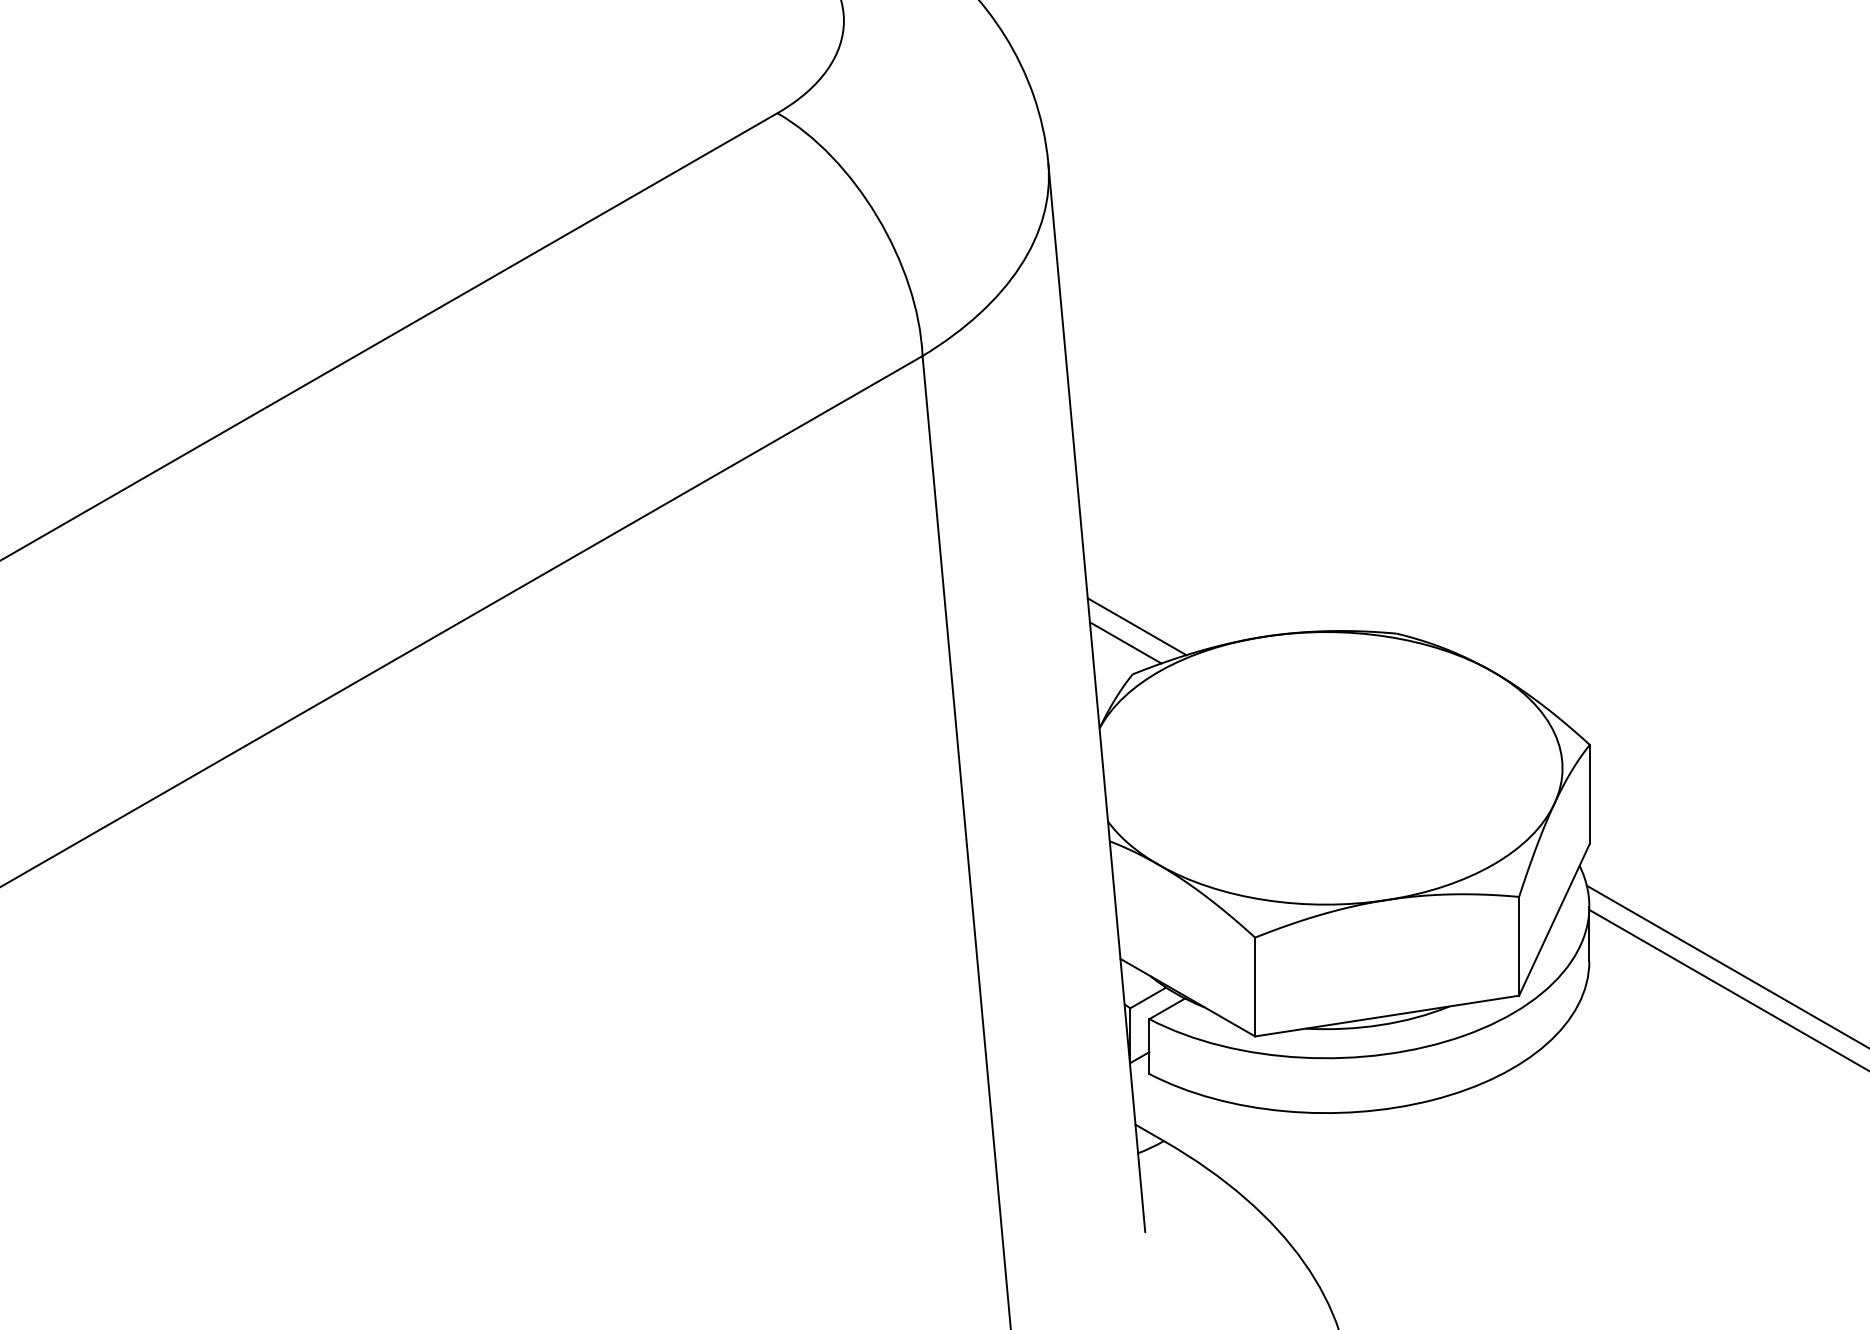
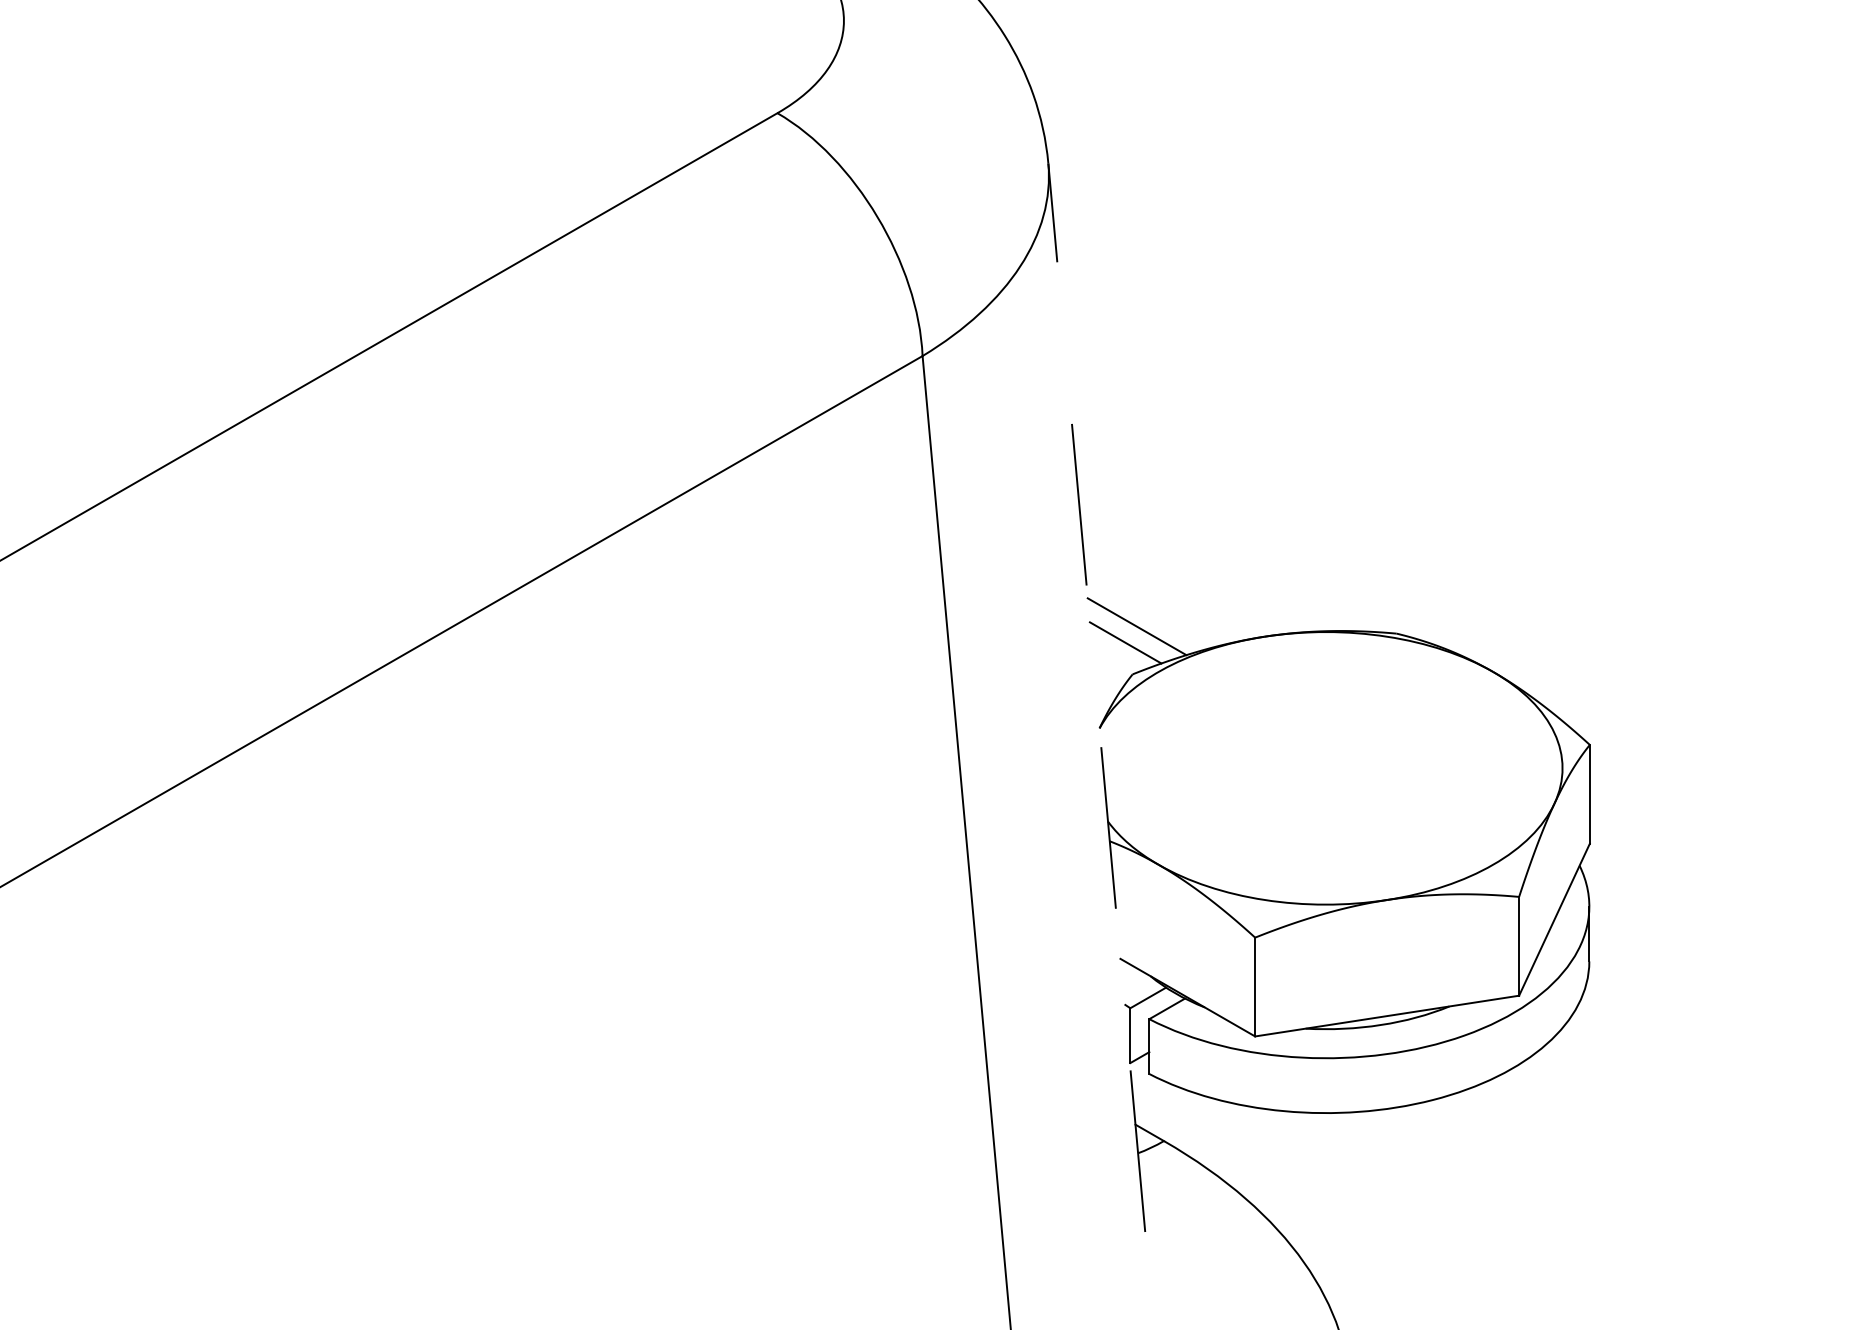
line at (1096, 697): solid -> dashed
line at (1726, 965): present -> none
line at (1727, 989): present -> none
